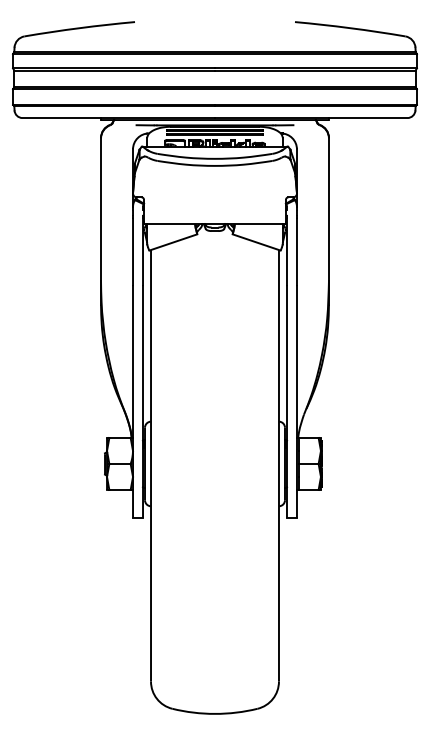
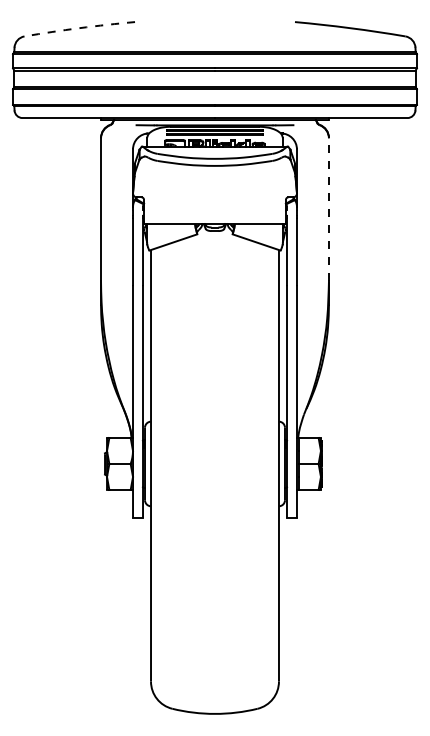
arc at (79, 28): solid -> dashed
line at (328, 209): solid -> dashed
